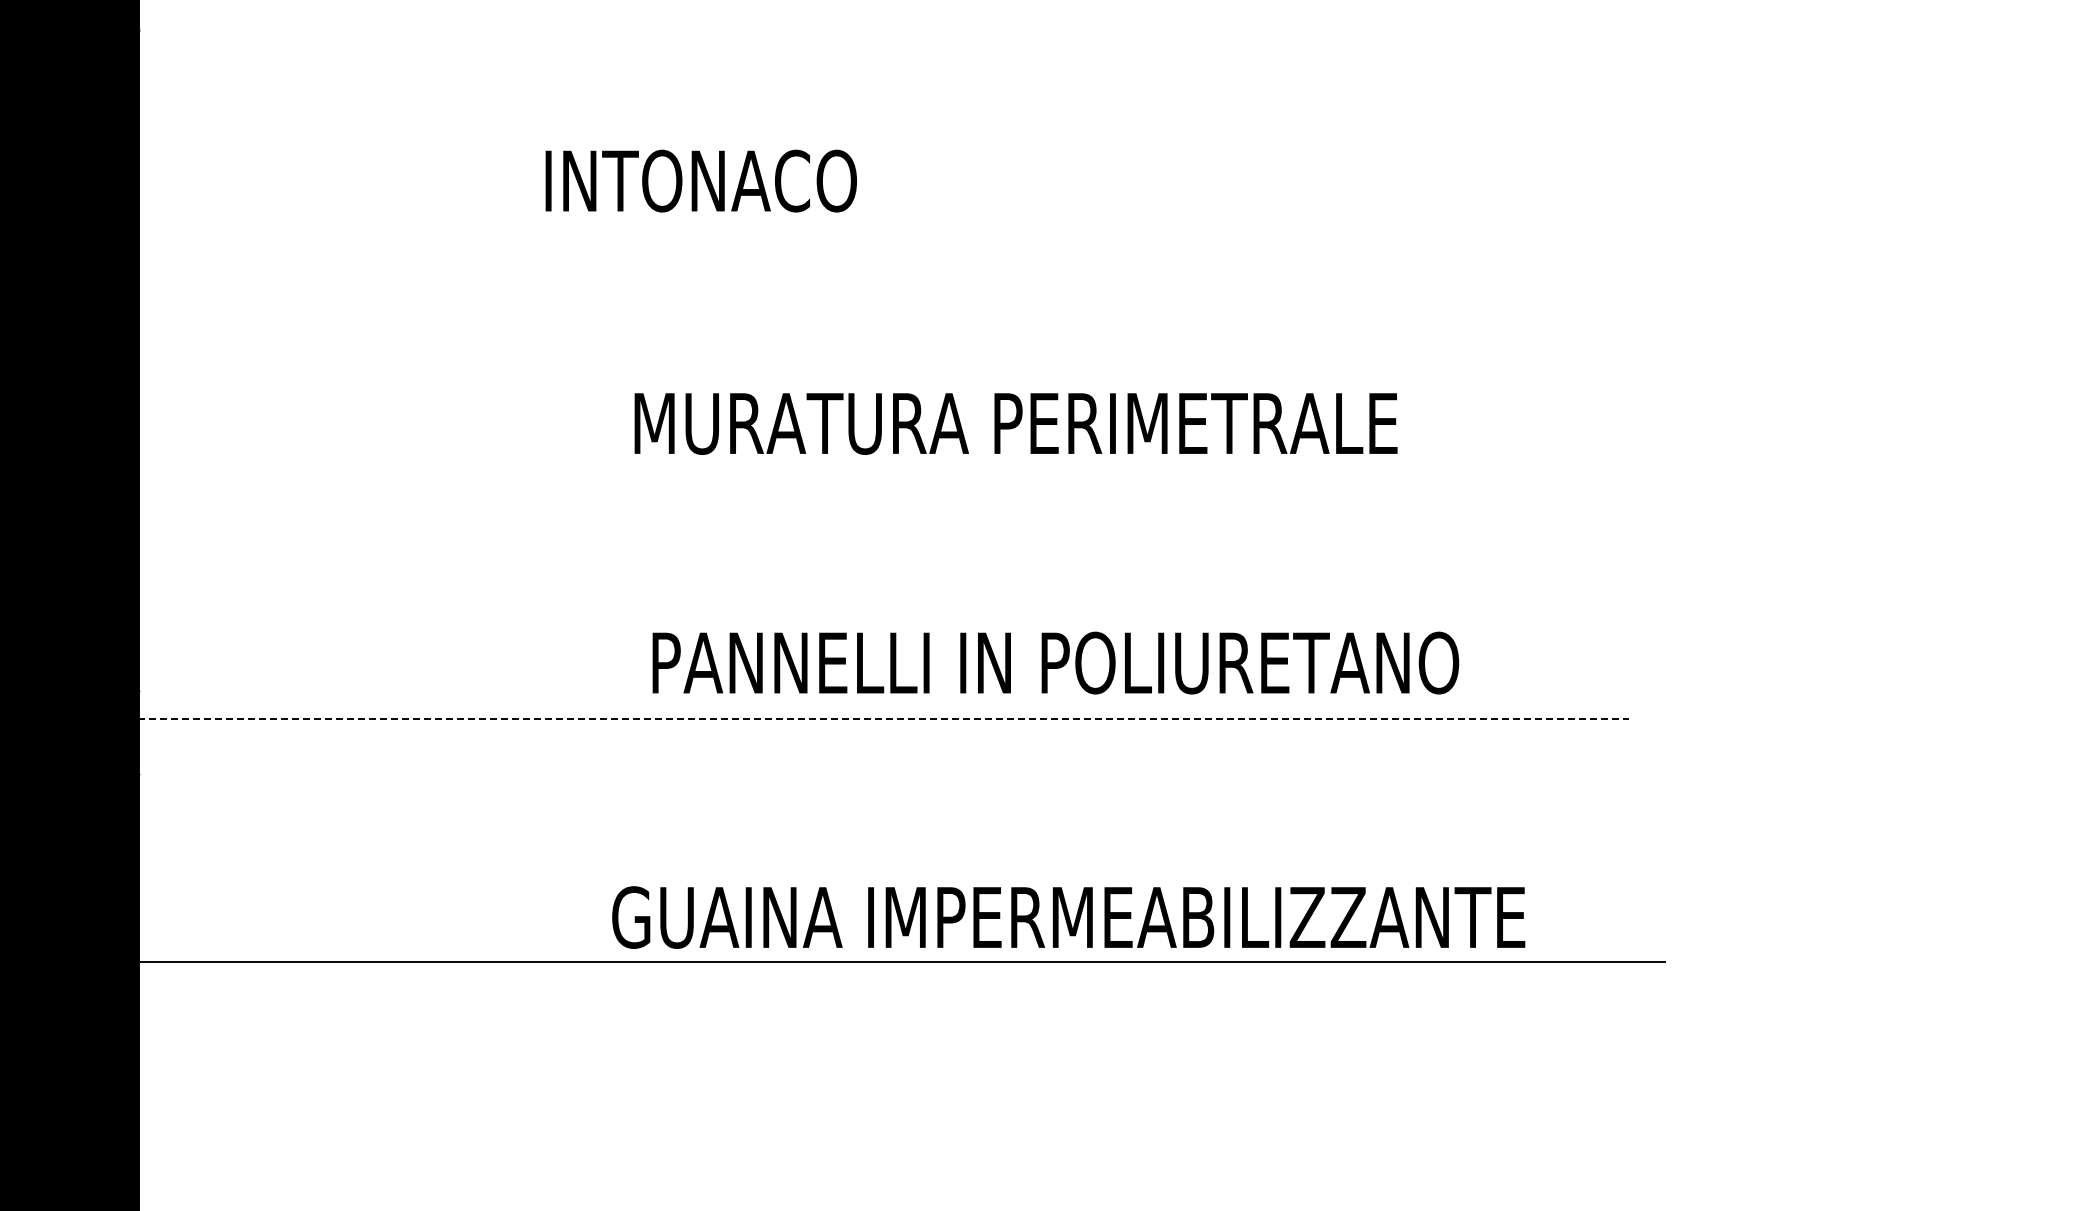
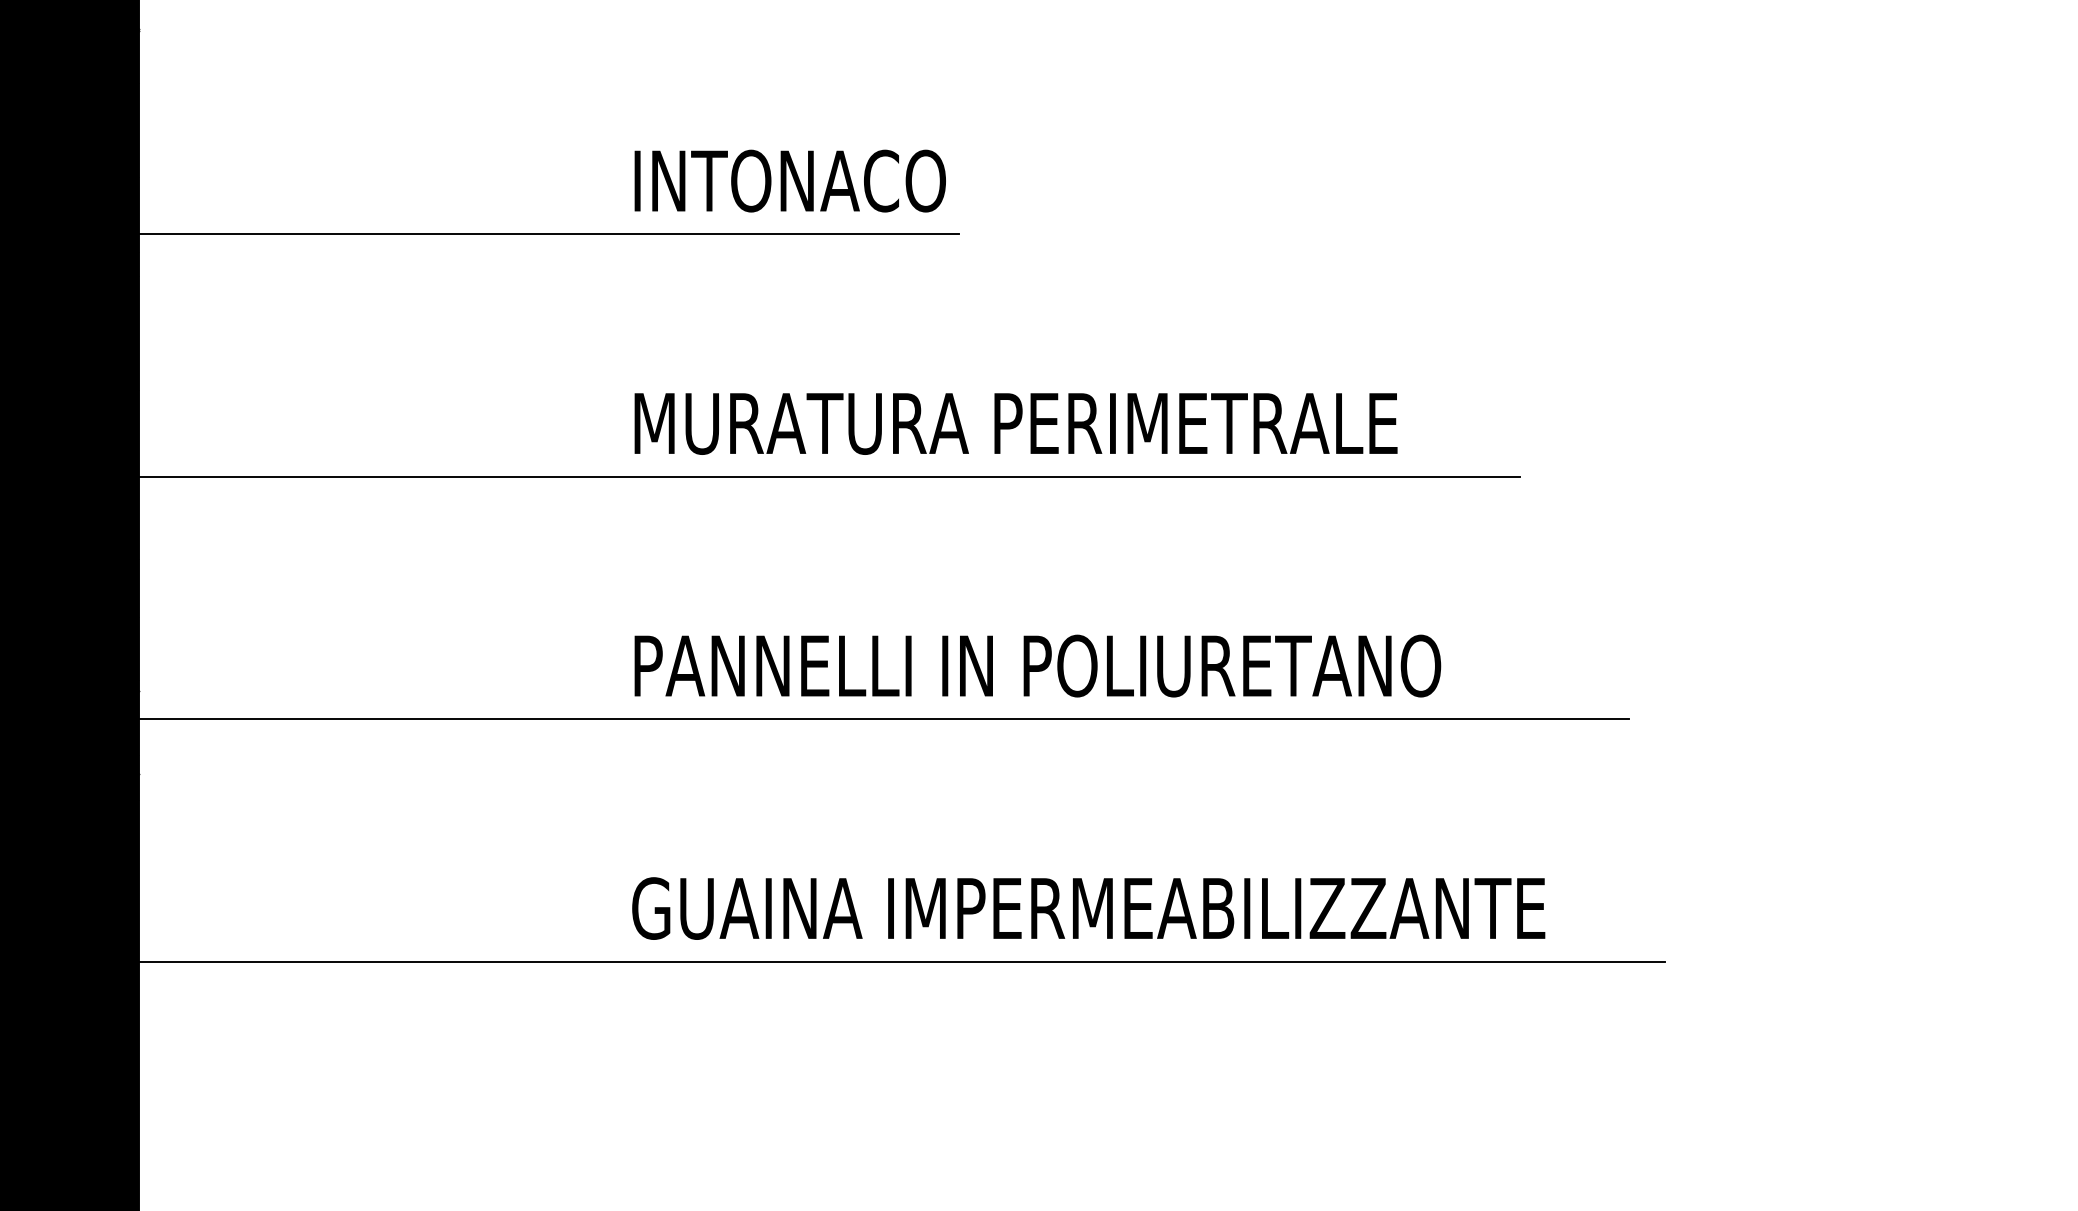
text at (700, 180) position: (700, 180) -> (789, 180)
line at (540, 234): none -> present
line at (761, 476): none -> present
text at (1055, 662) position: (1055, 662) -> (1037, 665)
line at (815, 719): dashed -> solid
text at (1068, 917) position: (1068, 917) -> (1088, 908)
